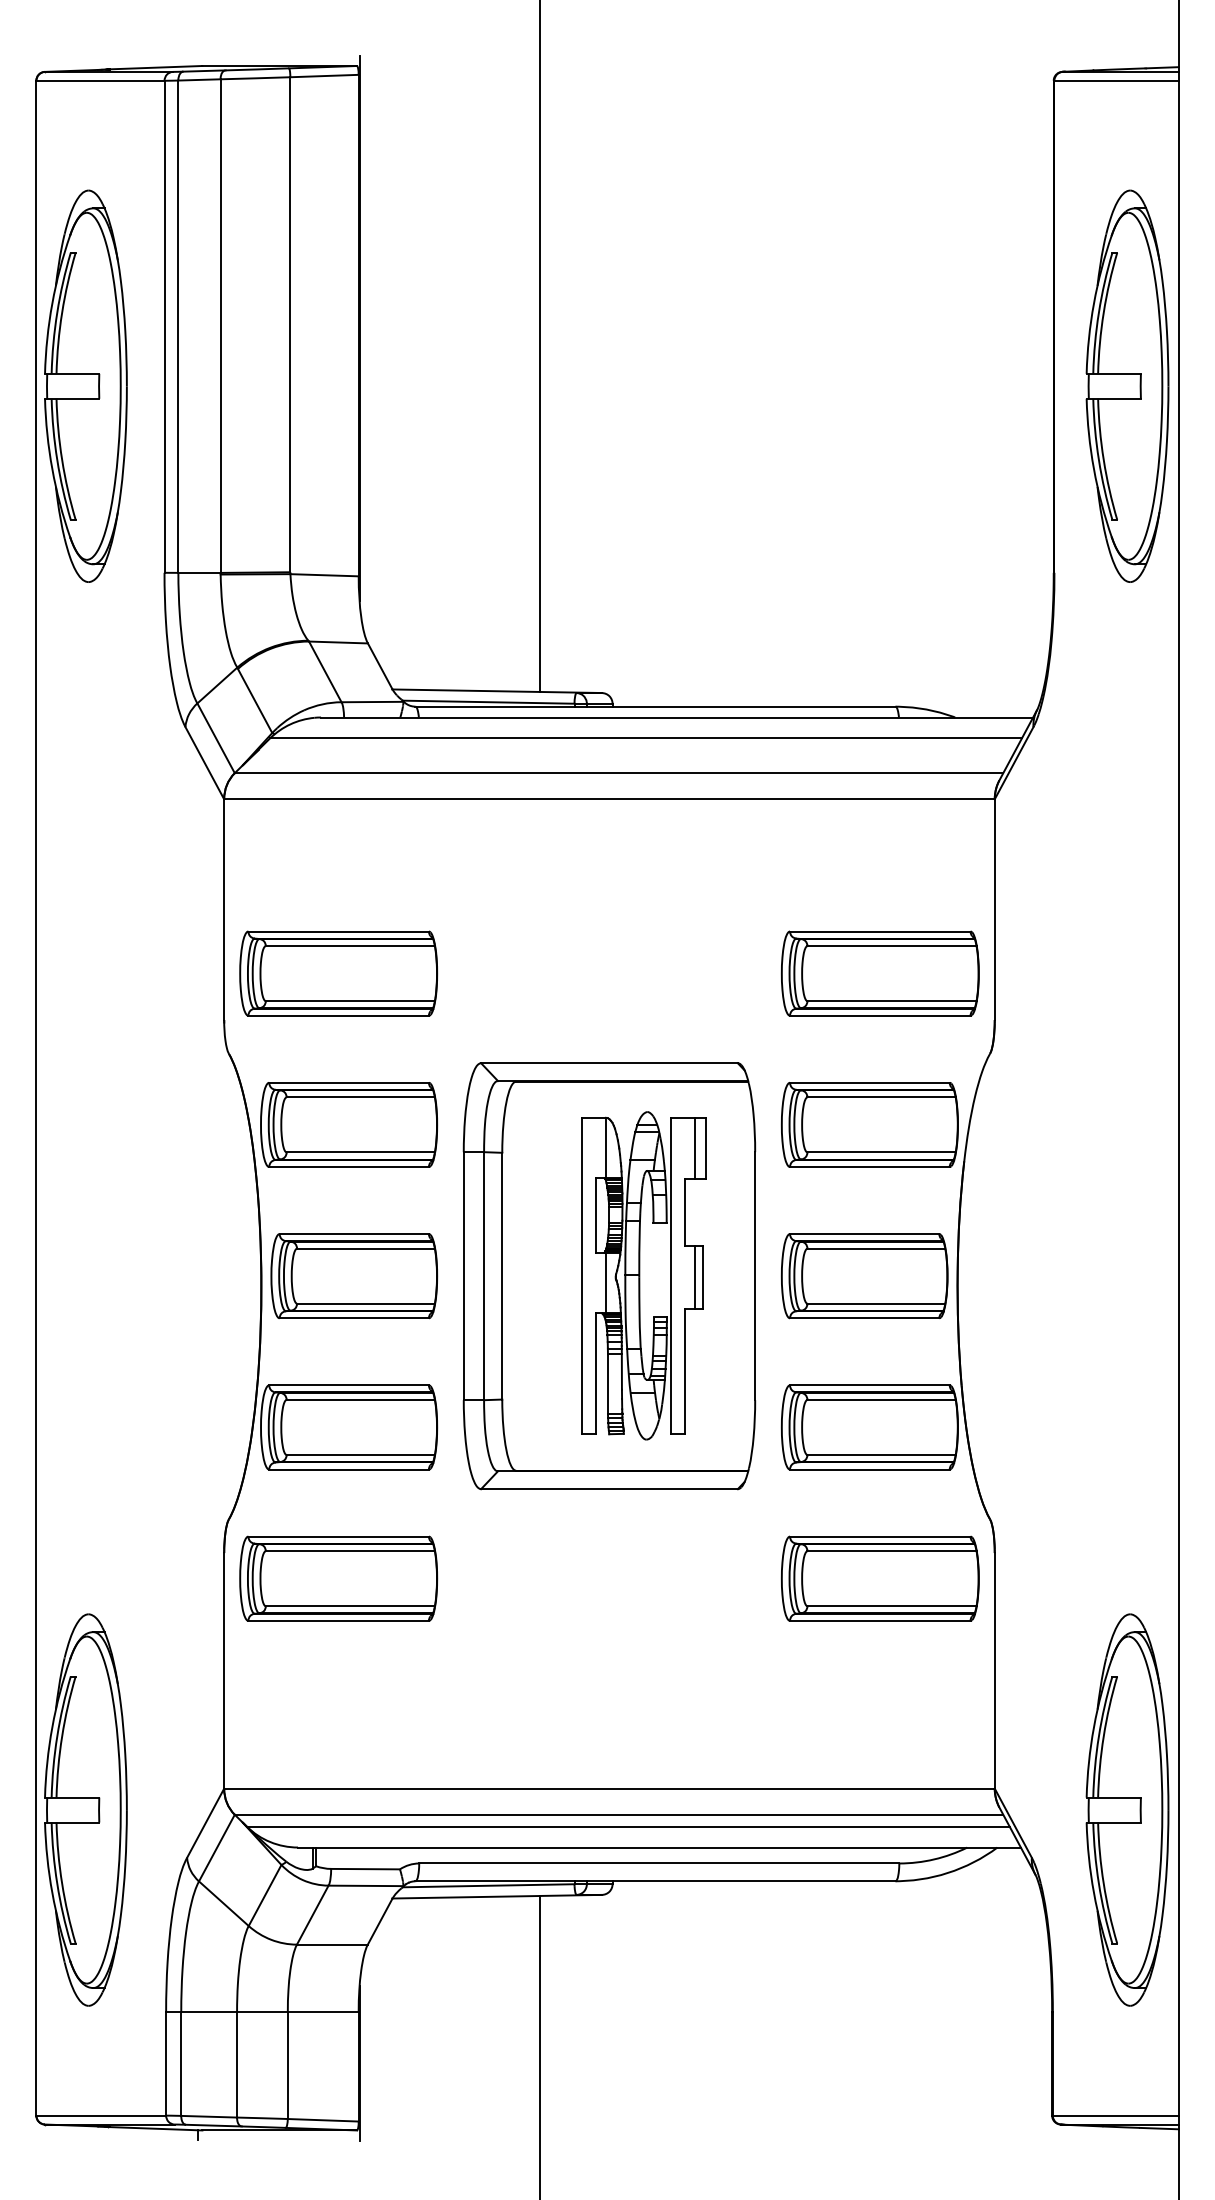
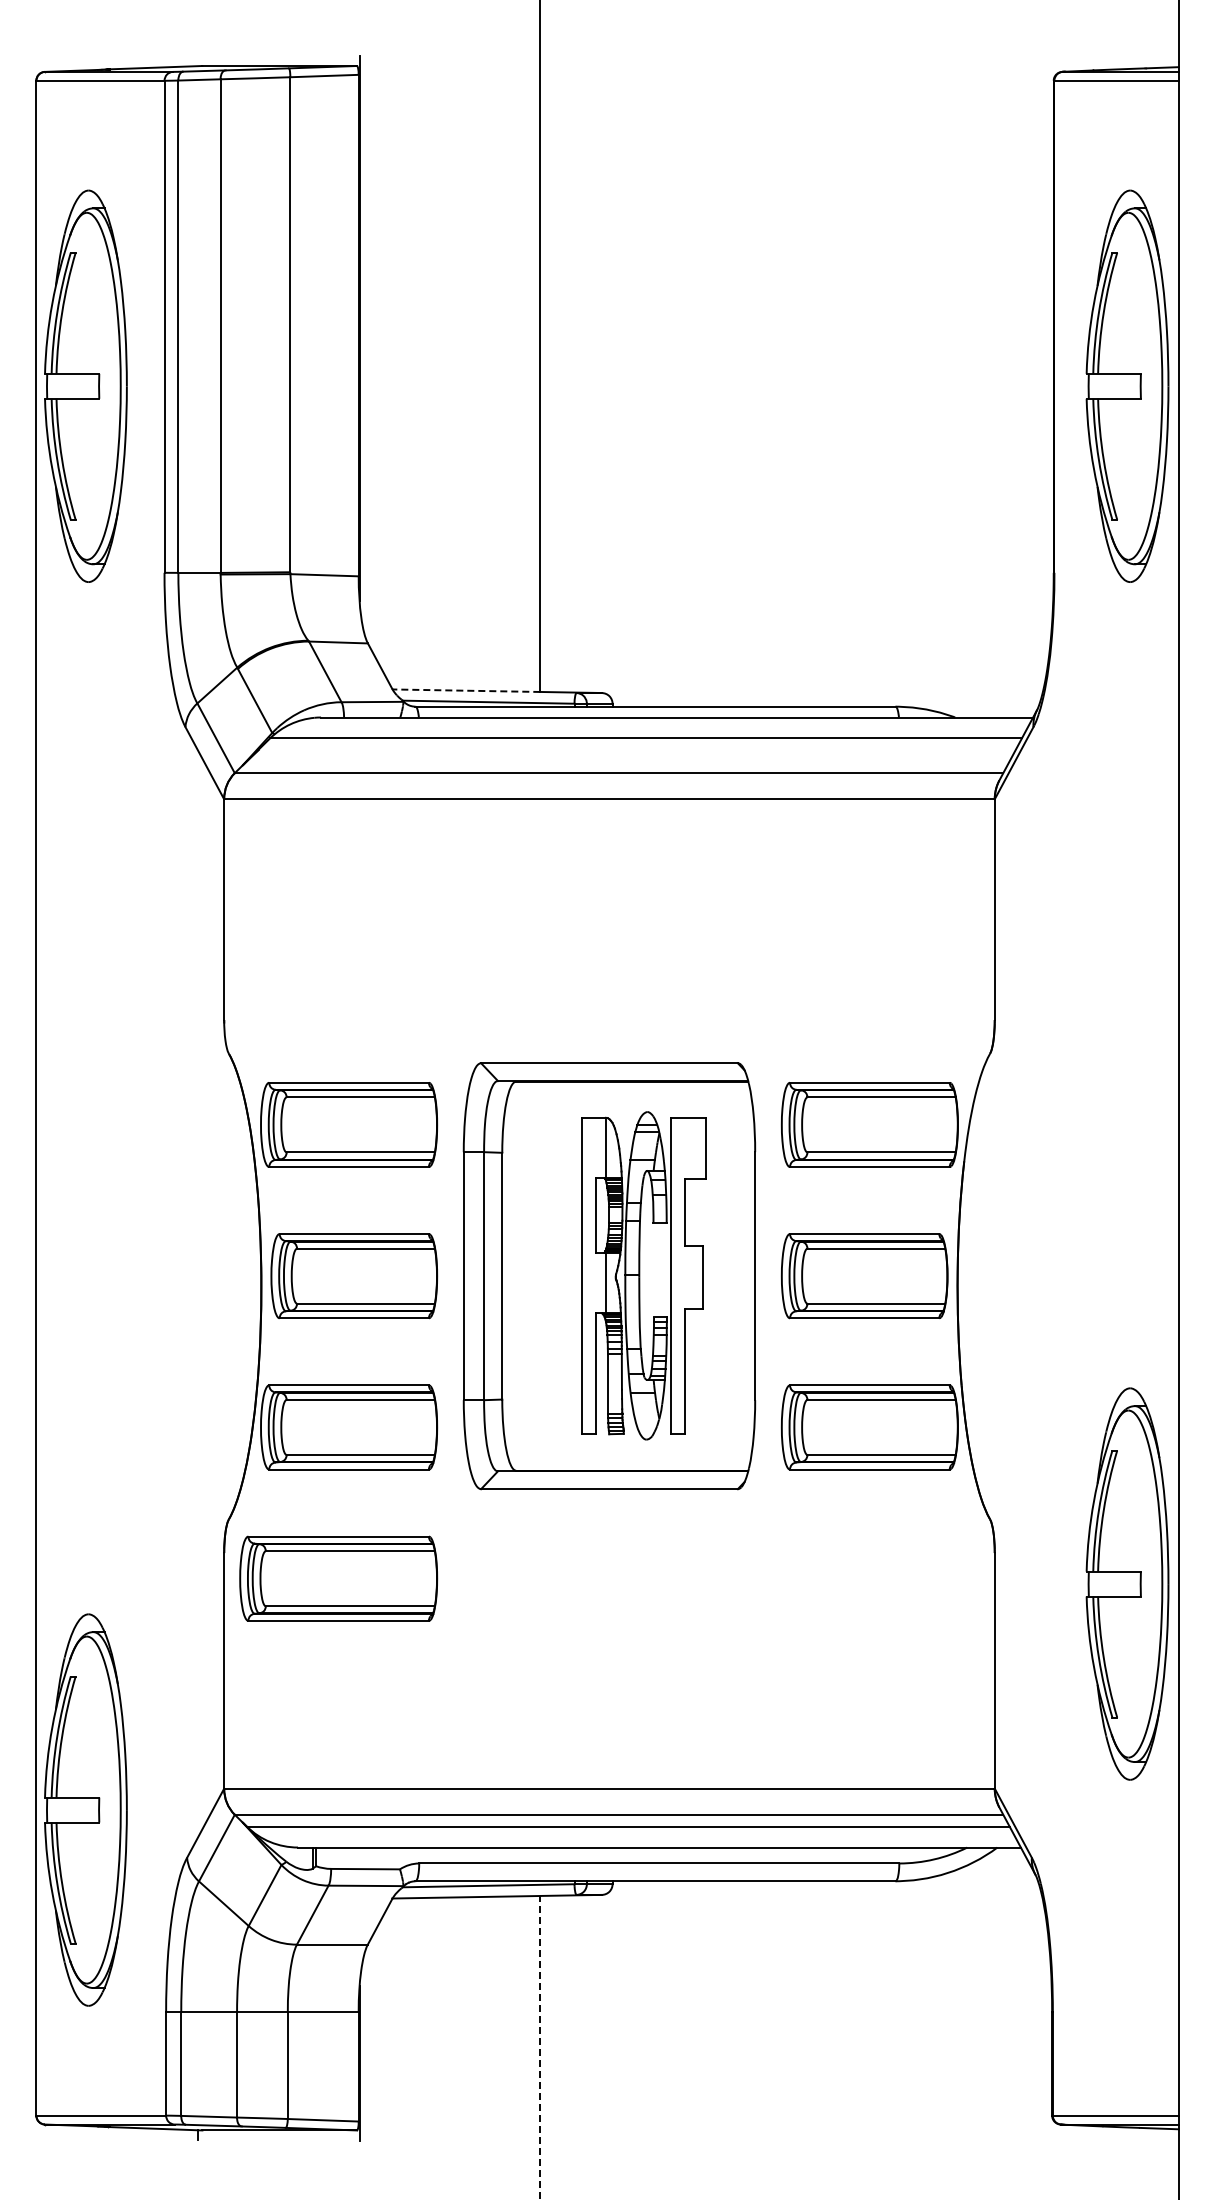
line at (465, 690): solid -> dashed
part at (338, 973): present -> none
part at (879, 973): present -> none
line at (695, 1148): present -> none
line at (695, 1277): present -> none
part at (879, 1578): present -> none
part at (1127, 1809) position: (1127, 1809) -> (1127, 1583)
line at (540, 2047): solid -> dashed
